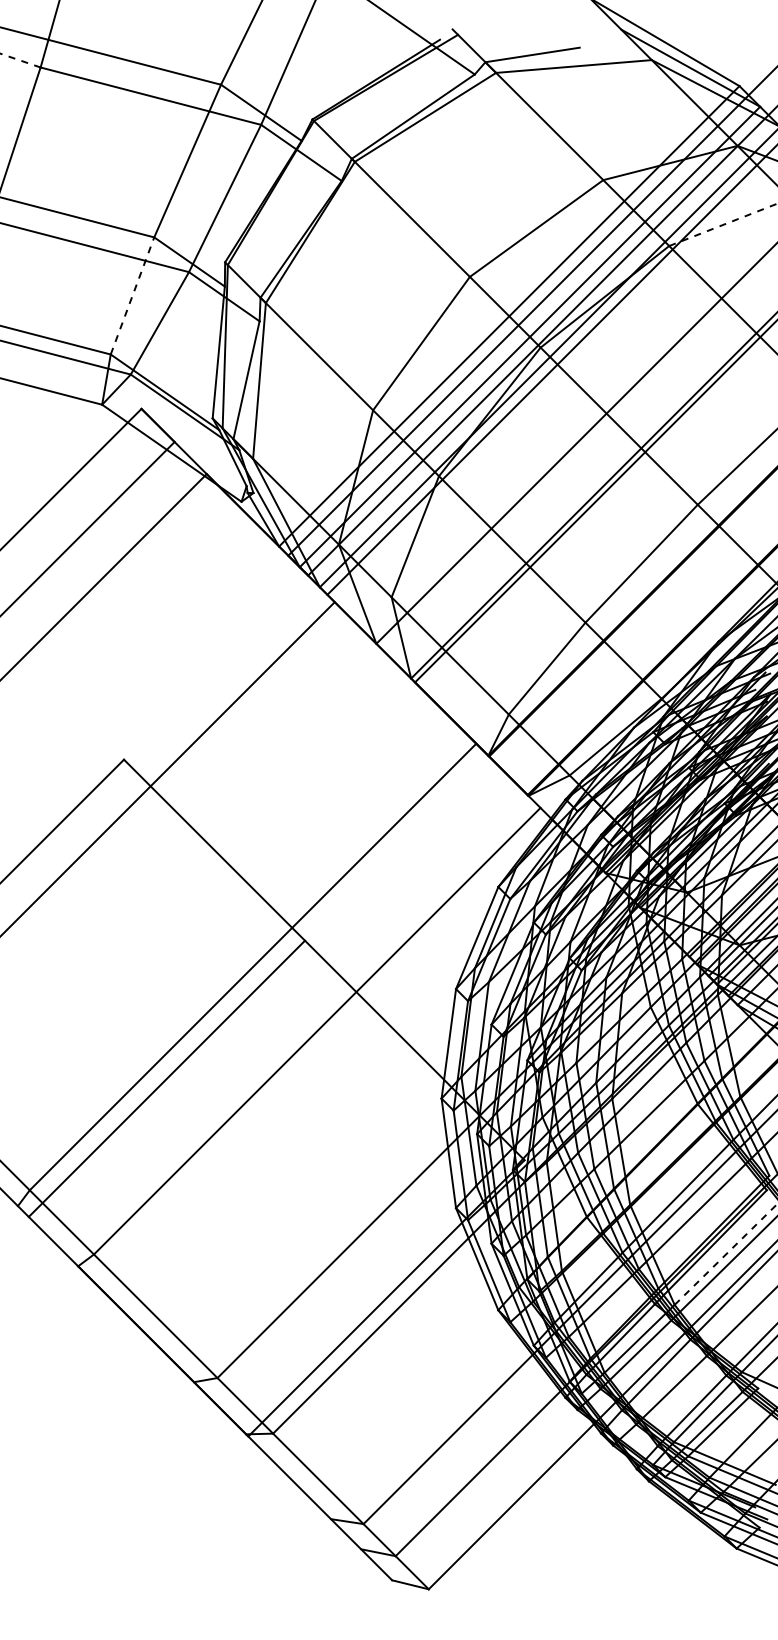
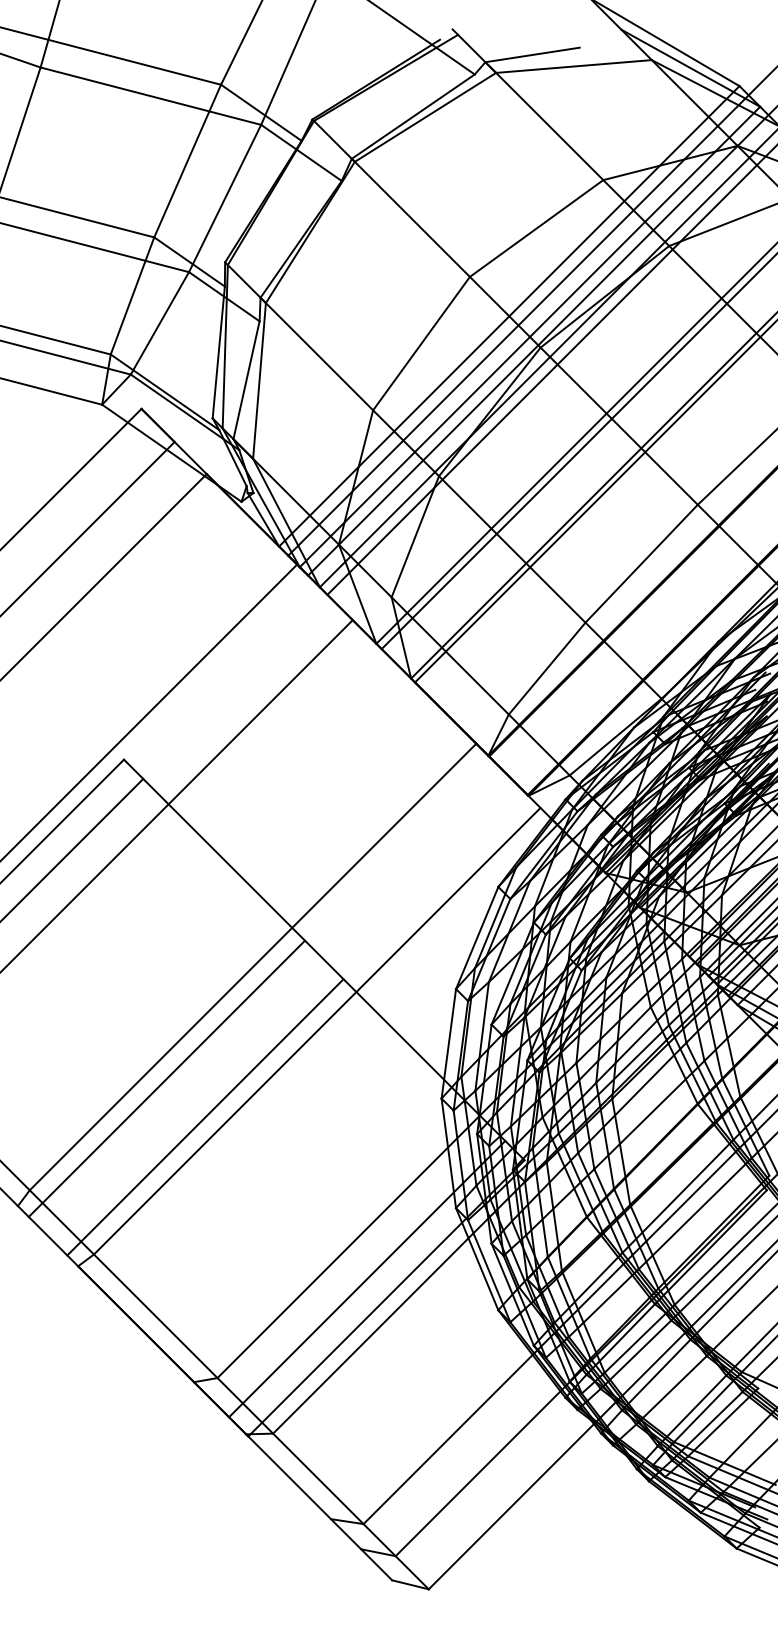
line at (20, 60): dashed -> solid
line at (723, 224): dashed -> solid
line at (132, 295): dashed -> solid
line at (577, 452): none -> present
line at (149, 711): none -> present
line at (168, 768) position: (168, 768) -> (177, 795)
line at (72, 848): none -> present
line at (205, 1117): none -> present
line at (726, 1254): dashed -> solid
line at (367, 1278): none -> present
